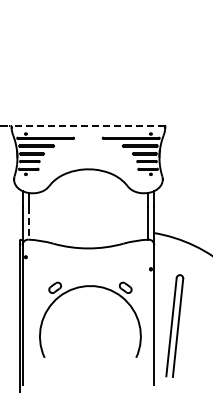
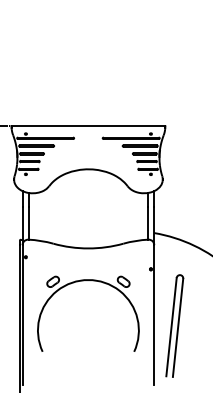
line at (87, 126): dashed -> solid
line at (29, 223): dashed -> solid
part at (86, 287) position: (86, 287) -> (84, 281)
